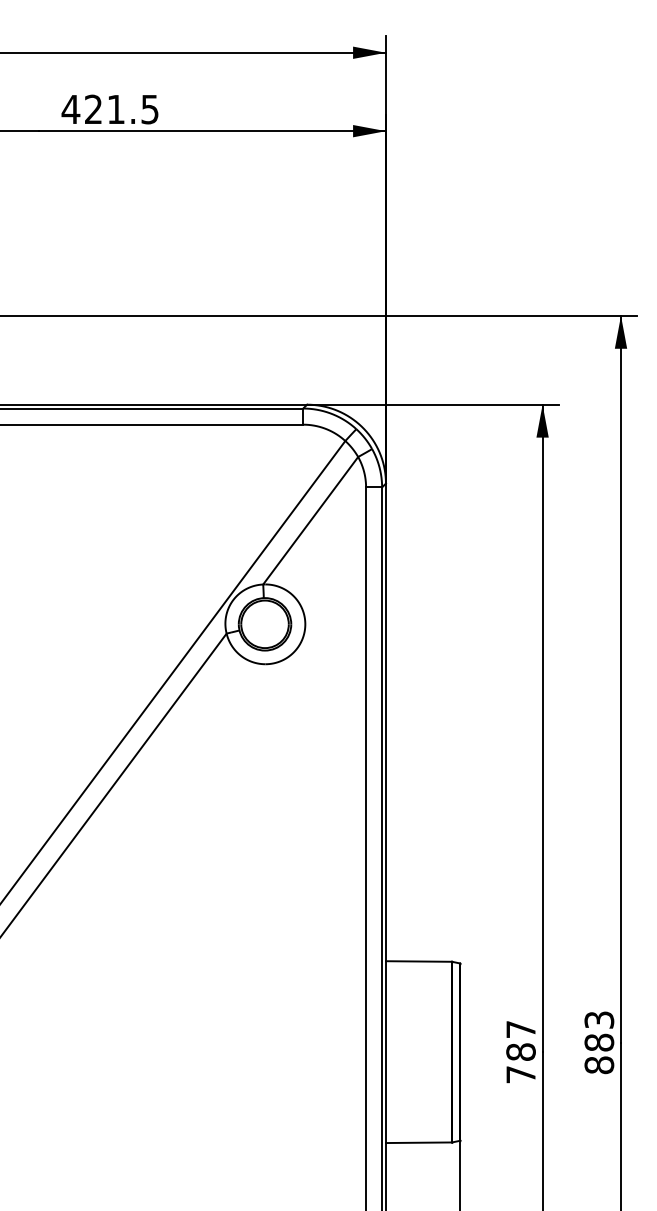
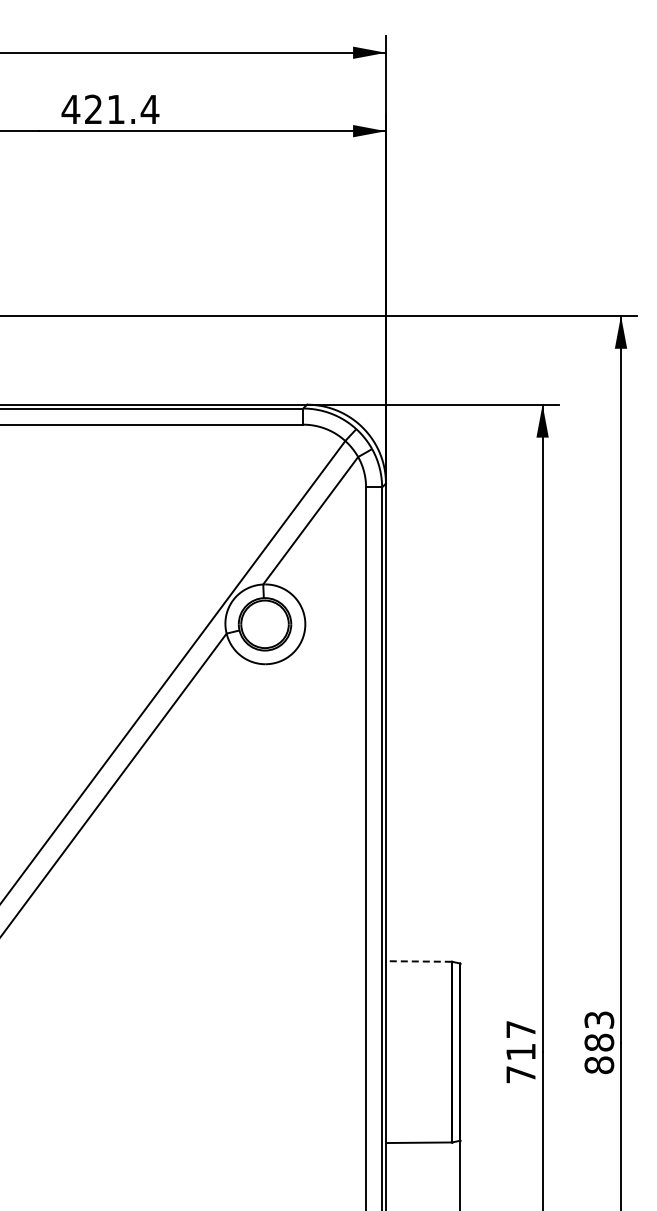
text at (149, 109): 421.5 -> 421.4
line at (418, 961): solid -> dashed
text at (520, 1051): 787 -> 717
